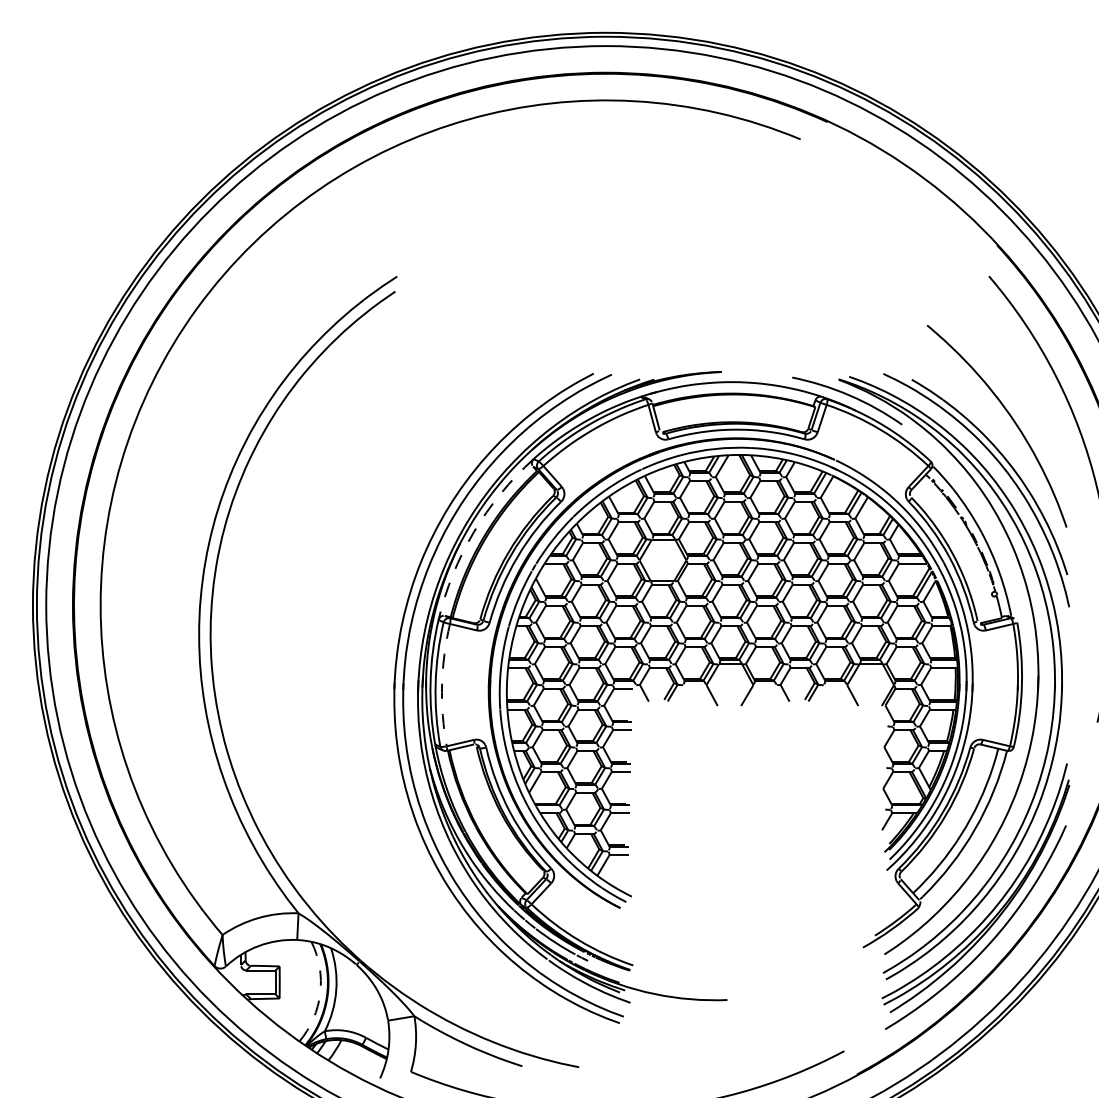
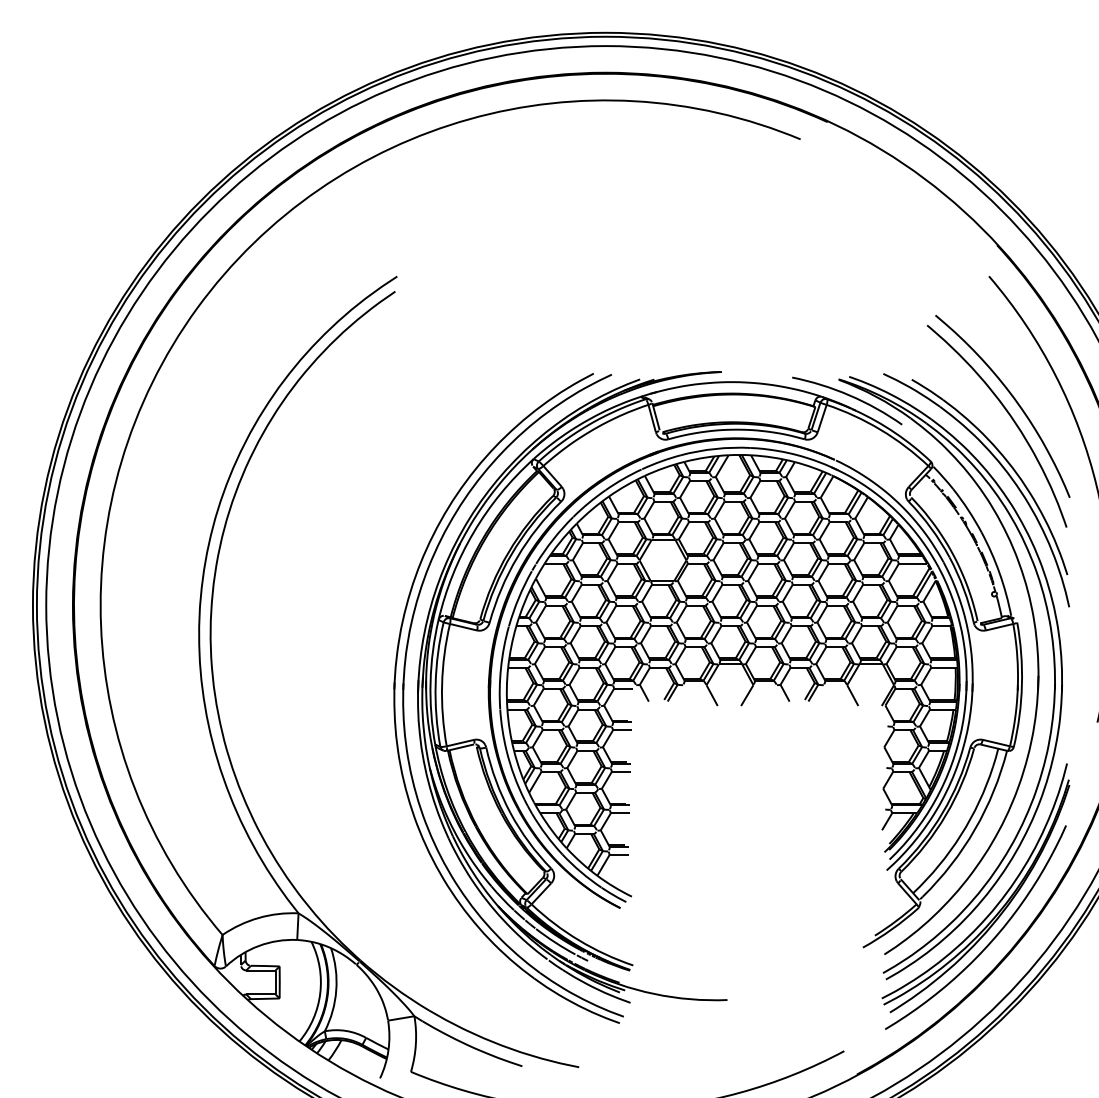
curve at (1013, 399): none -> present
line at (473, 532): dashed -> solid
line at (442, 684): dashed -> solid
line at (320, 993): dashed -> solid
